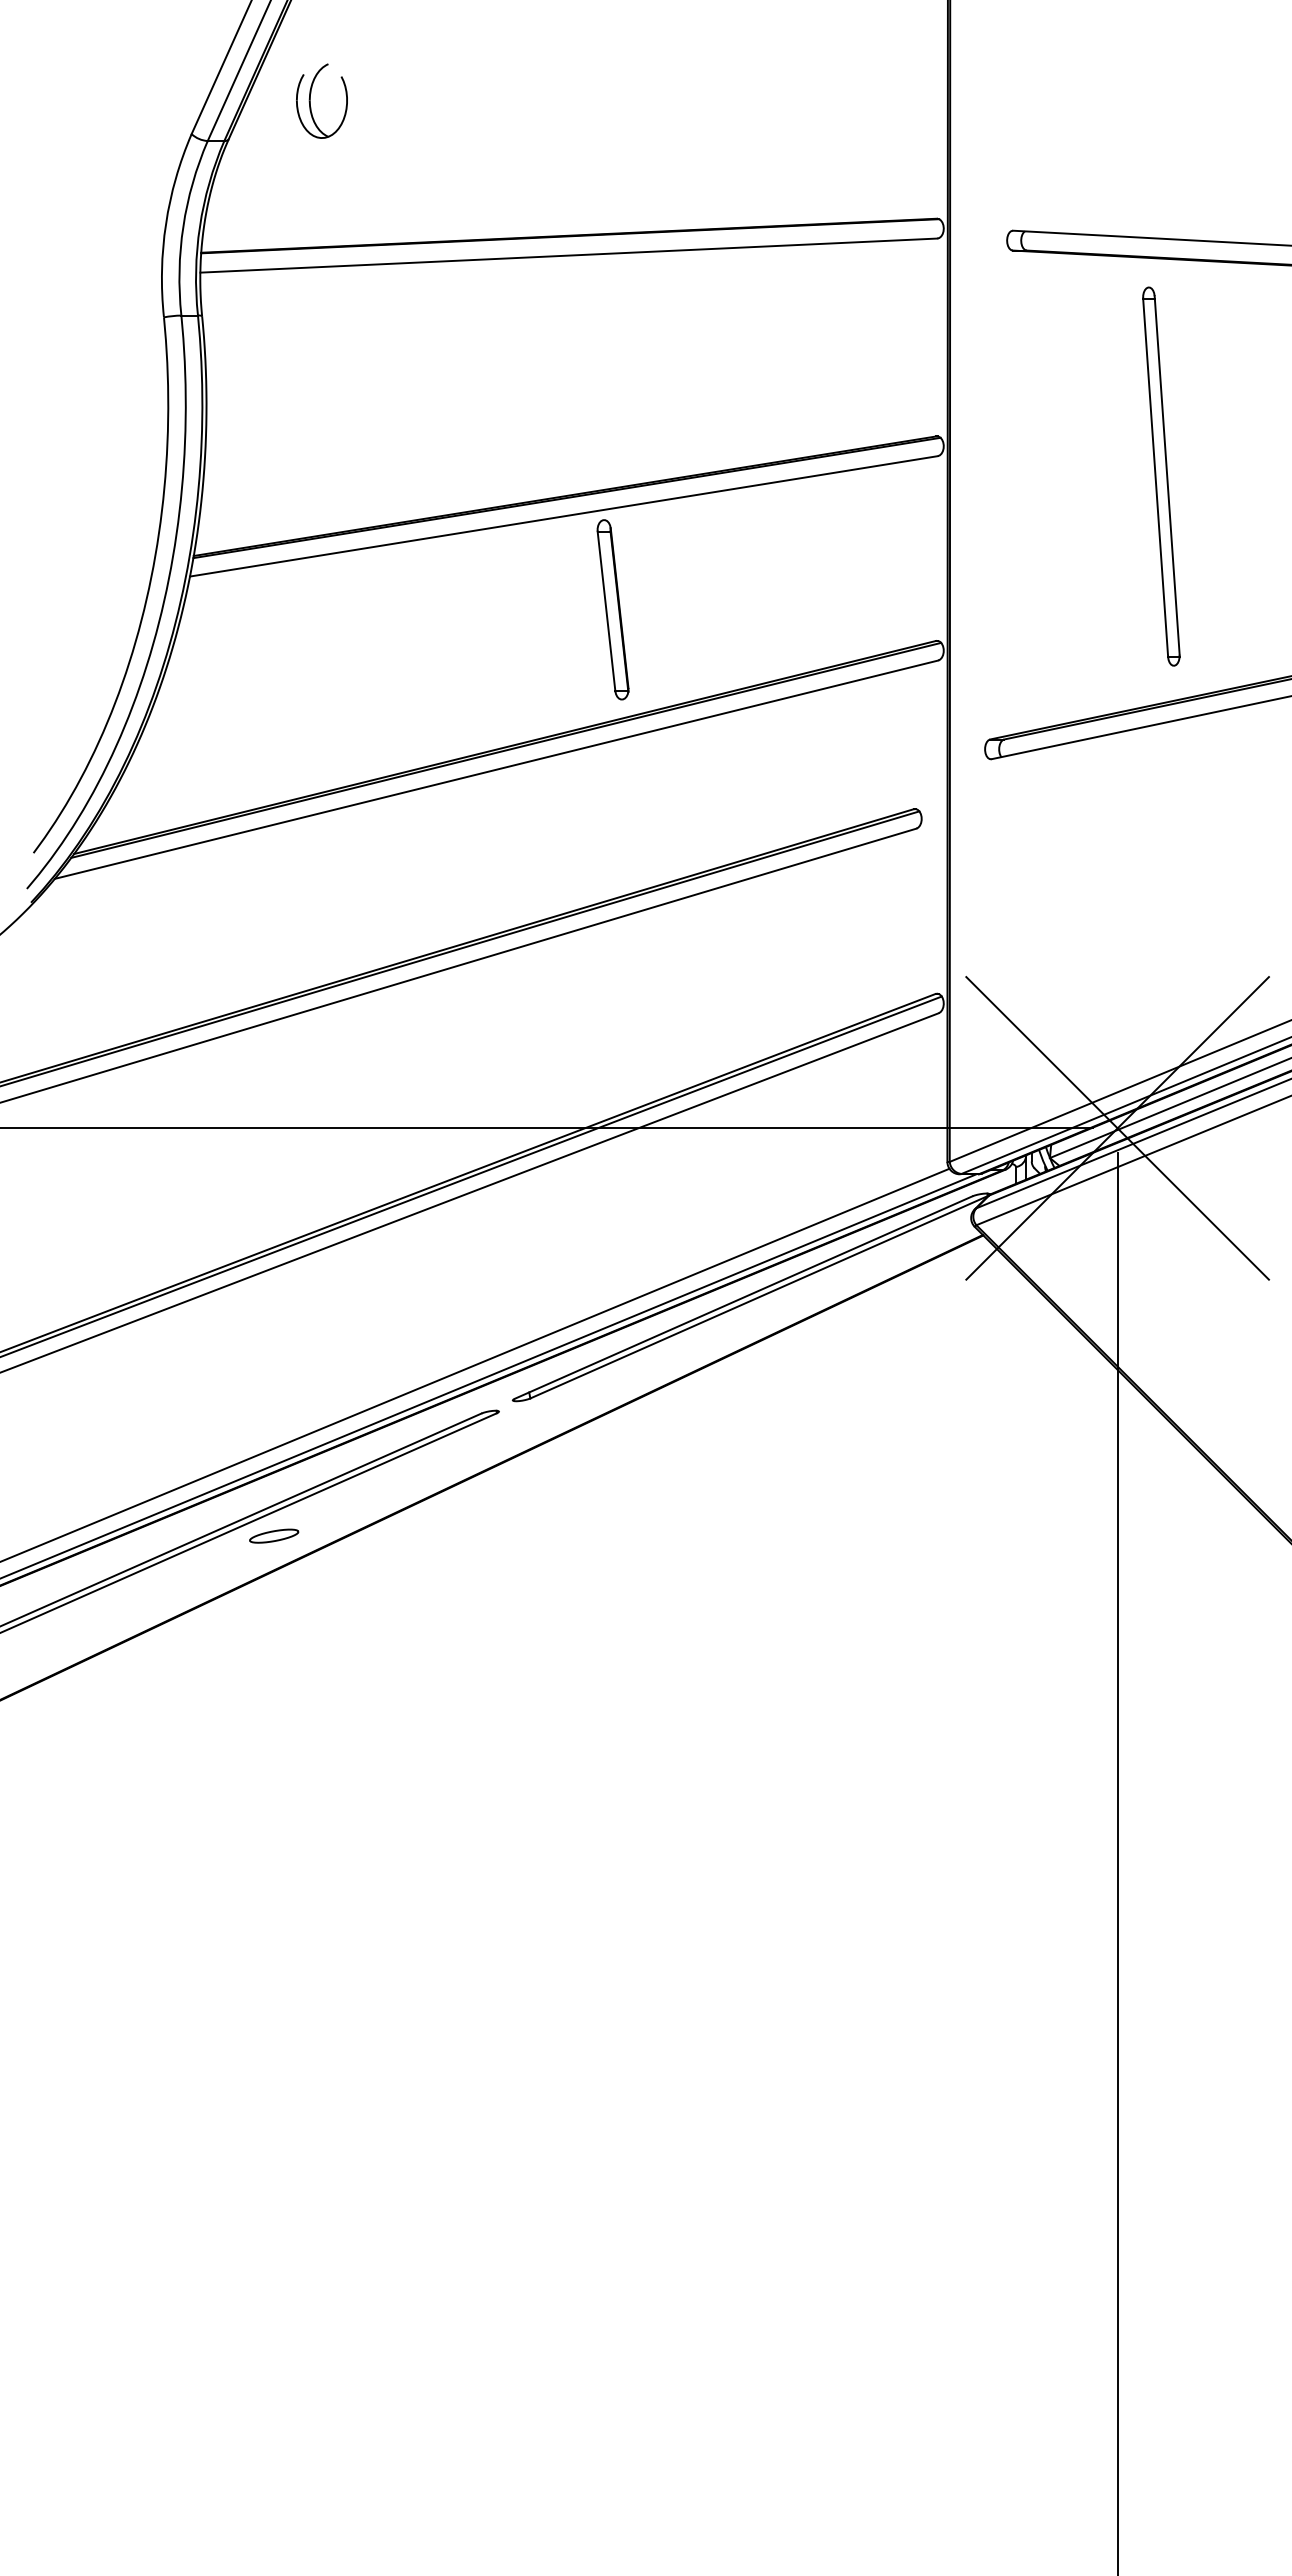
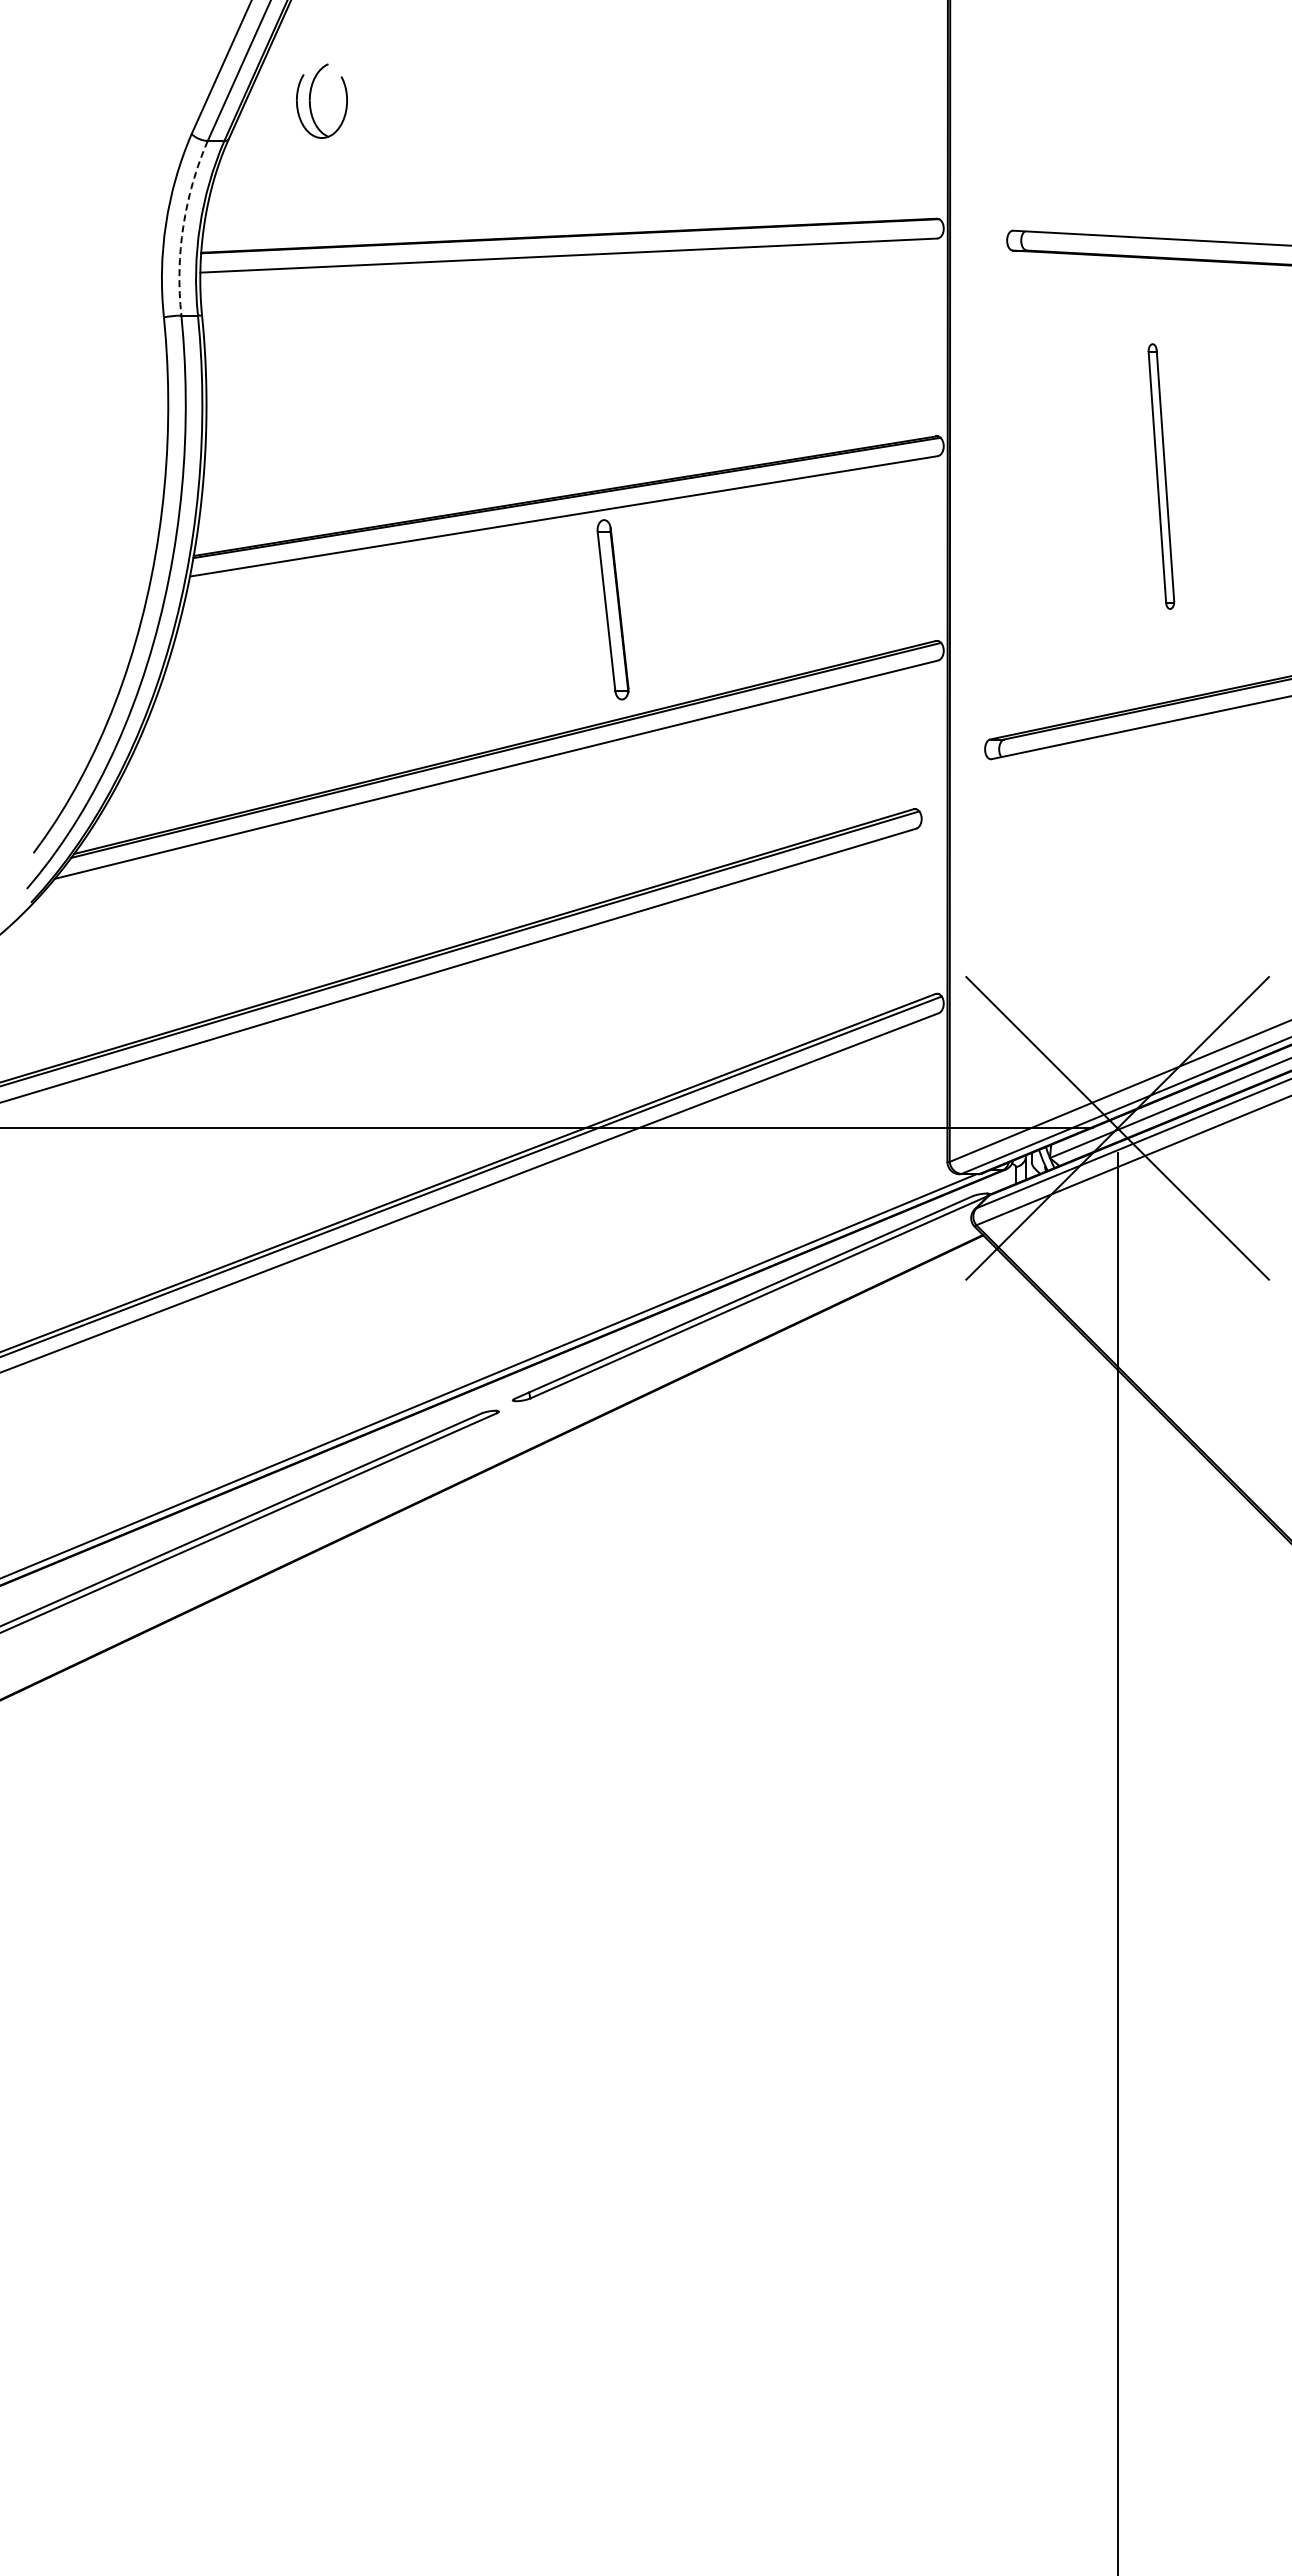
arc at (183, 226): solid -> dashed
part at (1161, 476) size: 39x381 px -> 29x267 px
line at (475, 1364): present -> none
part at (274, 1535): present -> none
